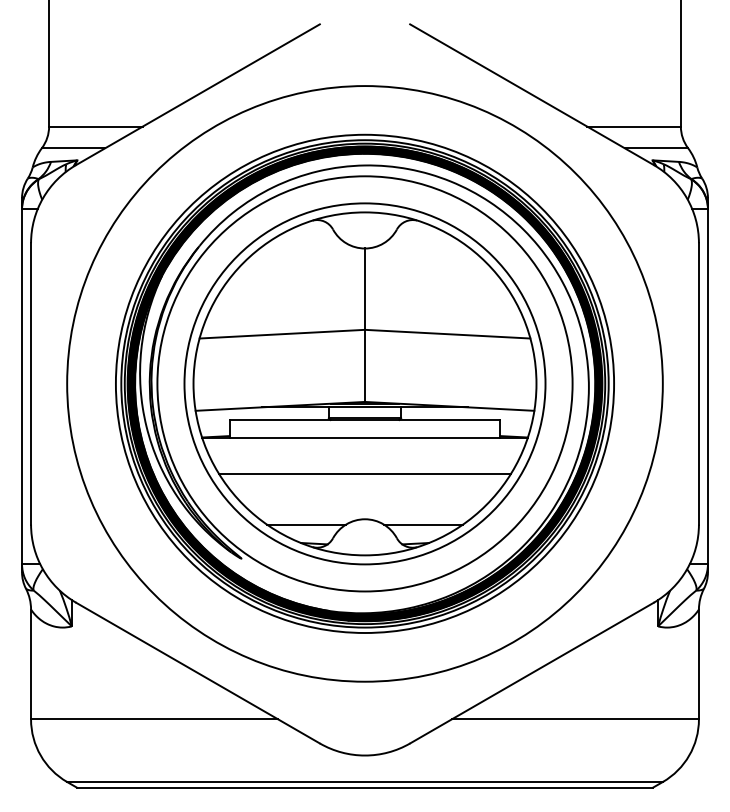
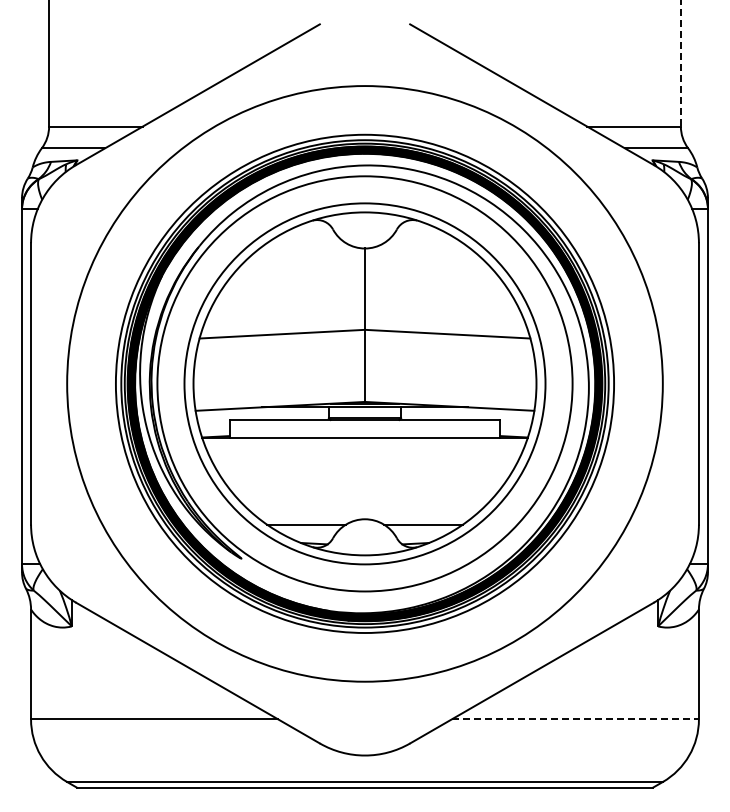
line at (680, 63): solid -> dashed
line at (364, 474): present -> none
line at (575, 719): solid -> dashed
